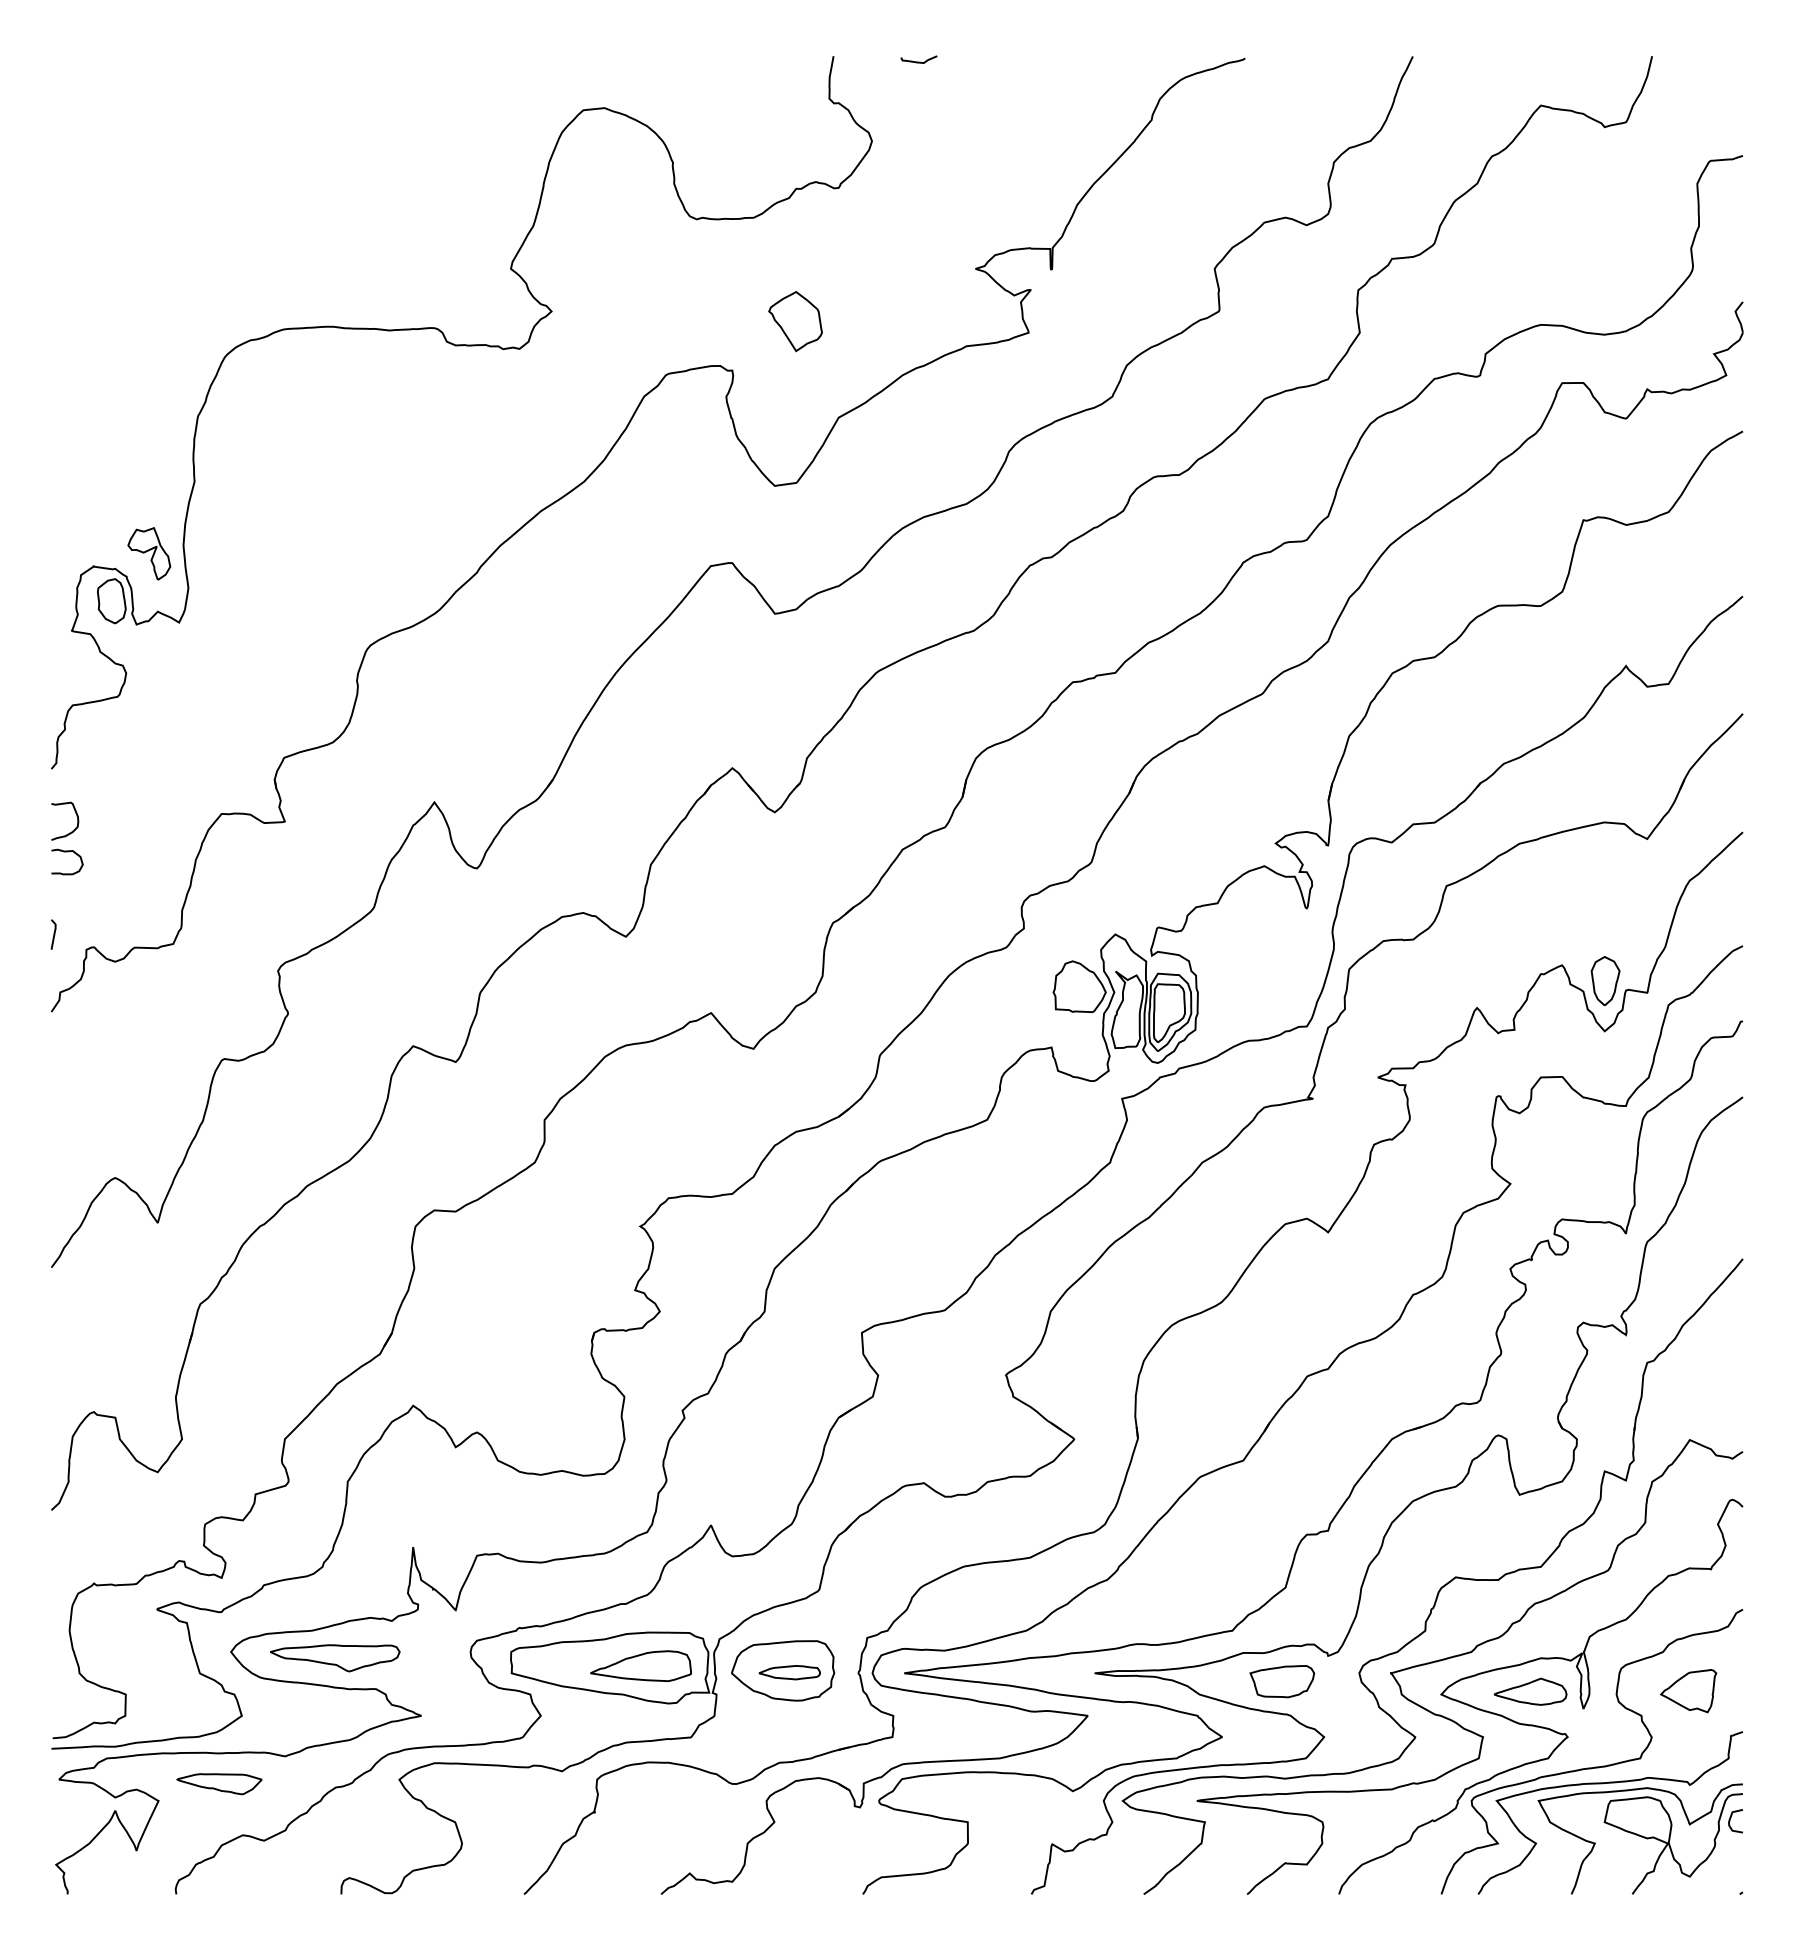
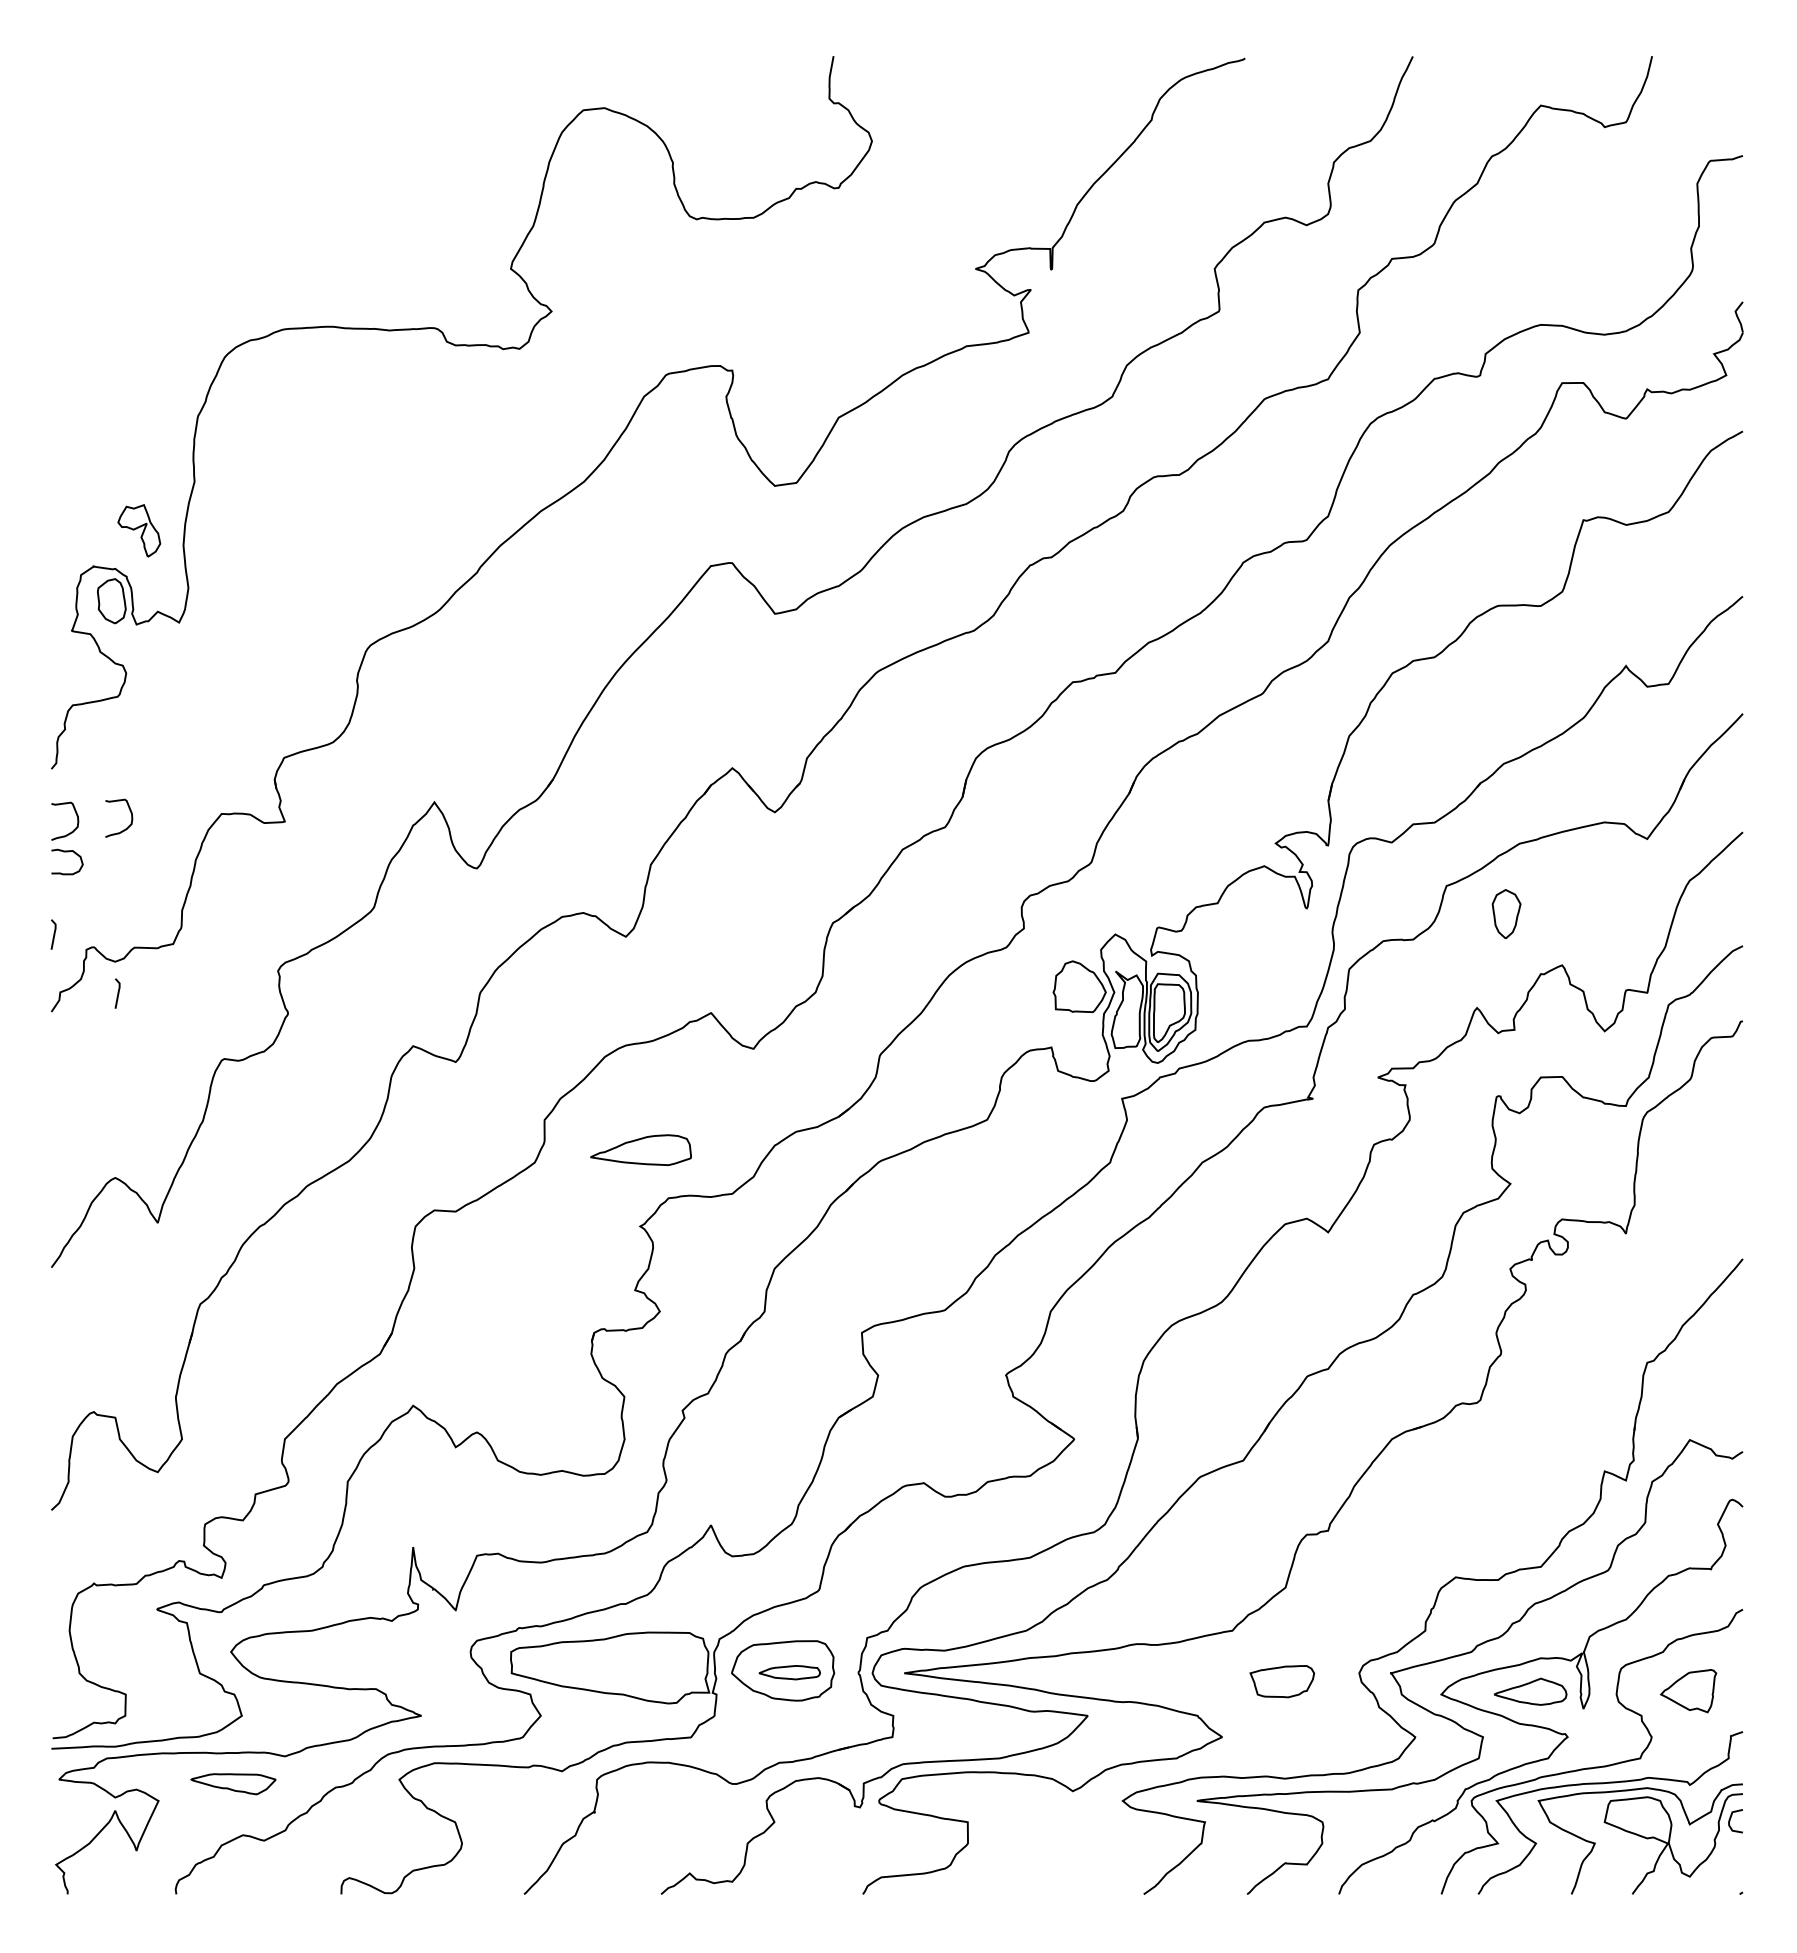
curve at (918, 61): present -> none
part at (795, 321): present -> none
part at (149, 553) position: (149, 553) -> (139, 530)
curve at (130, 813): none -> present
part at (1605, 980) position: (1605, 980) -> (1506, 913)
line at (117, 993): none -> present
part at (1402, 1510): present -> none
part at (335, 1658): present -> none
part at (640, 1665) position: (640, 1665) -> (640, 1149)
part at (219, 1784) position: (219, 1784) -> (233, 1784)
